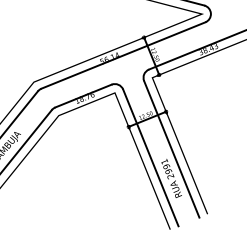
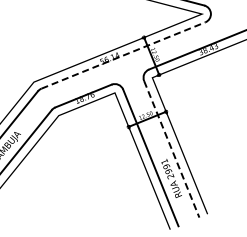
line at (123, 55): solid -> dashed
line at (171, 149): solid -> dashed
